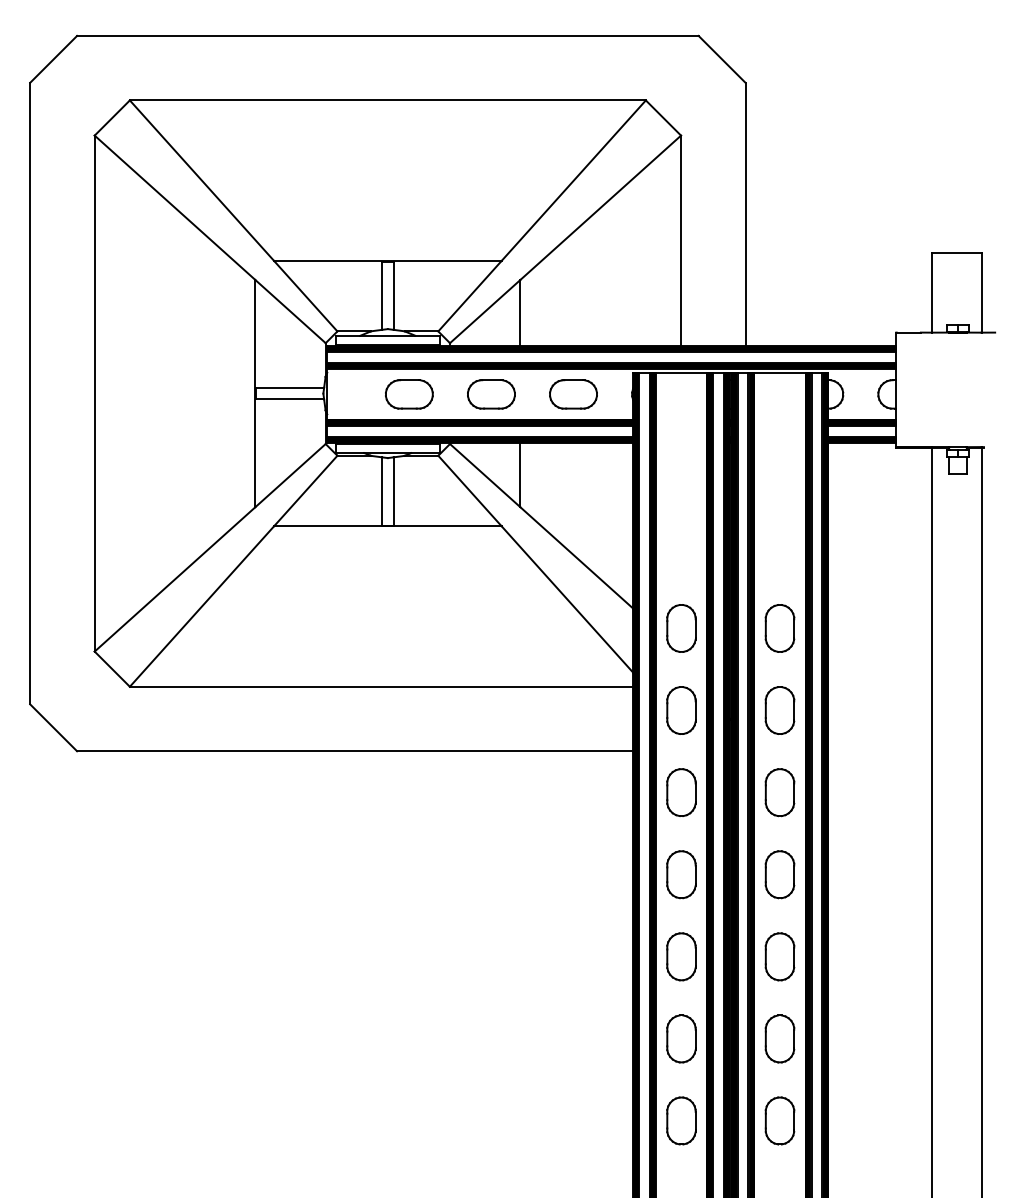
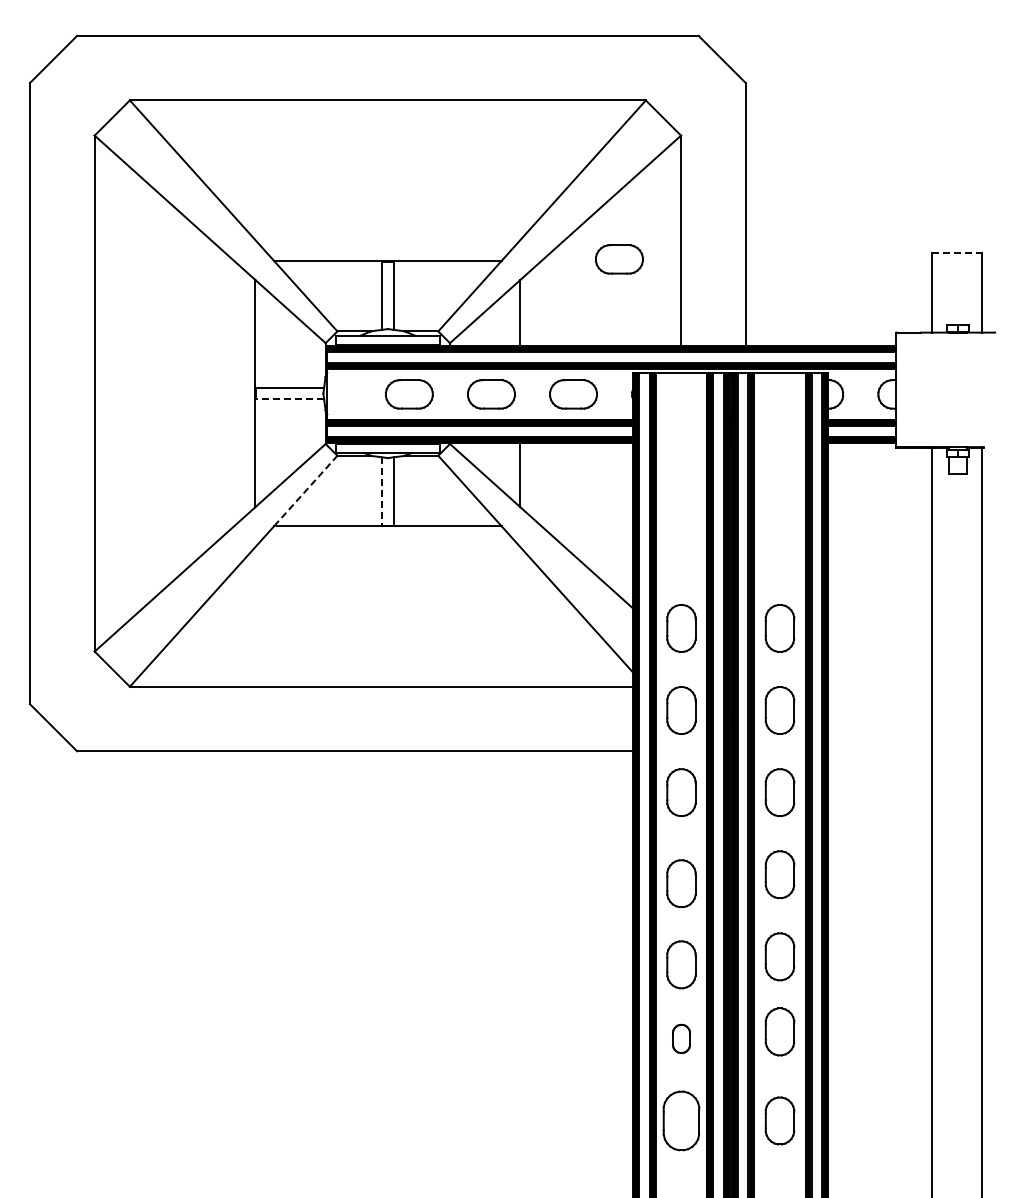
line at (956, 253): solid -> dashed
part at (619, 259): none -> present
line at (289, 399): solid -> dashed
line at (306, 490): solid -> dashed
line at (382, 491): solid -> dashed
part at (681, 874) position: (681, 874) -> (681, 883)
part at (681, 956) position: (681, 956) -> (681, 964)
part at (681, 1038) size: 31x50 px -> 19x31 px
part at (779, 1038) position: (779, 1038) -> (779, 1031)
part at (681, 1120) size: 31x50 px -> 39x62 px
